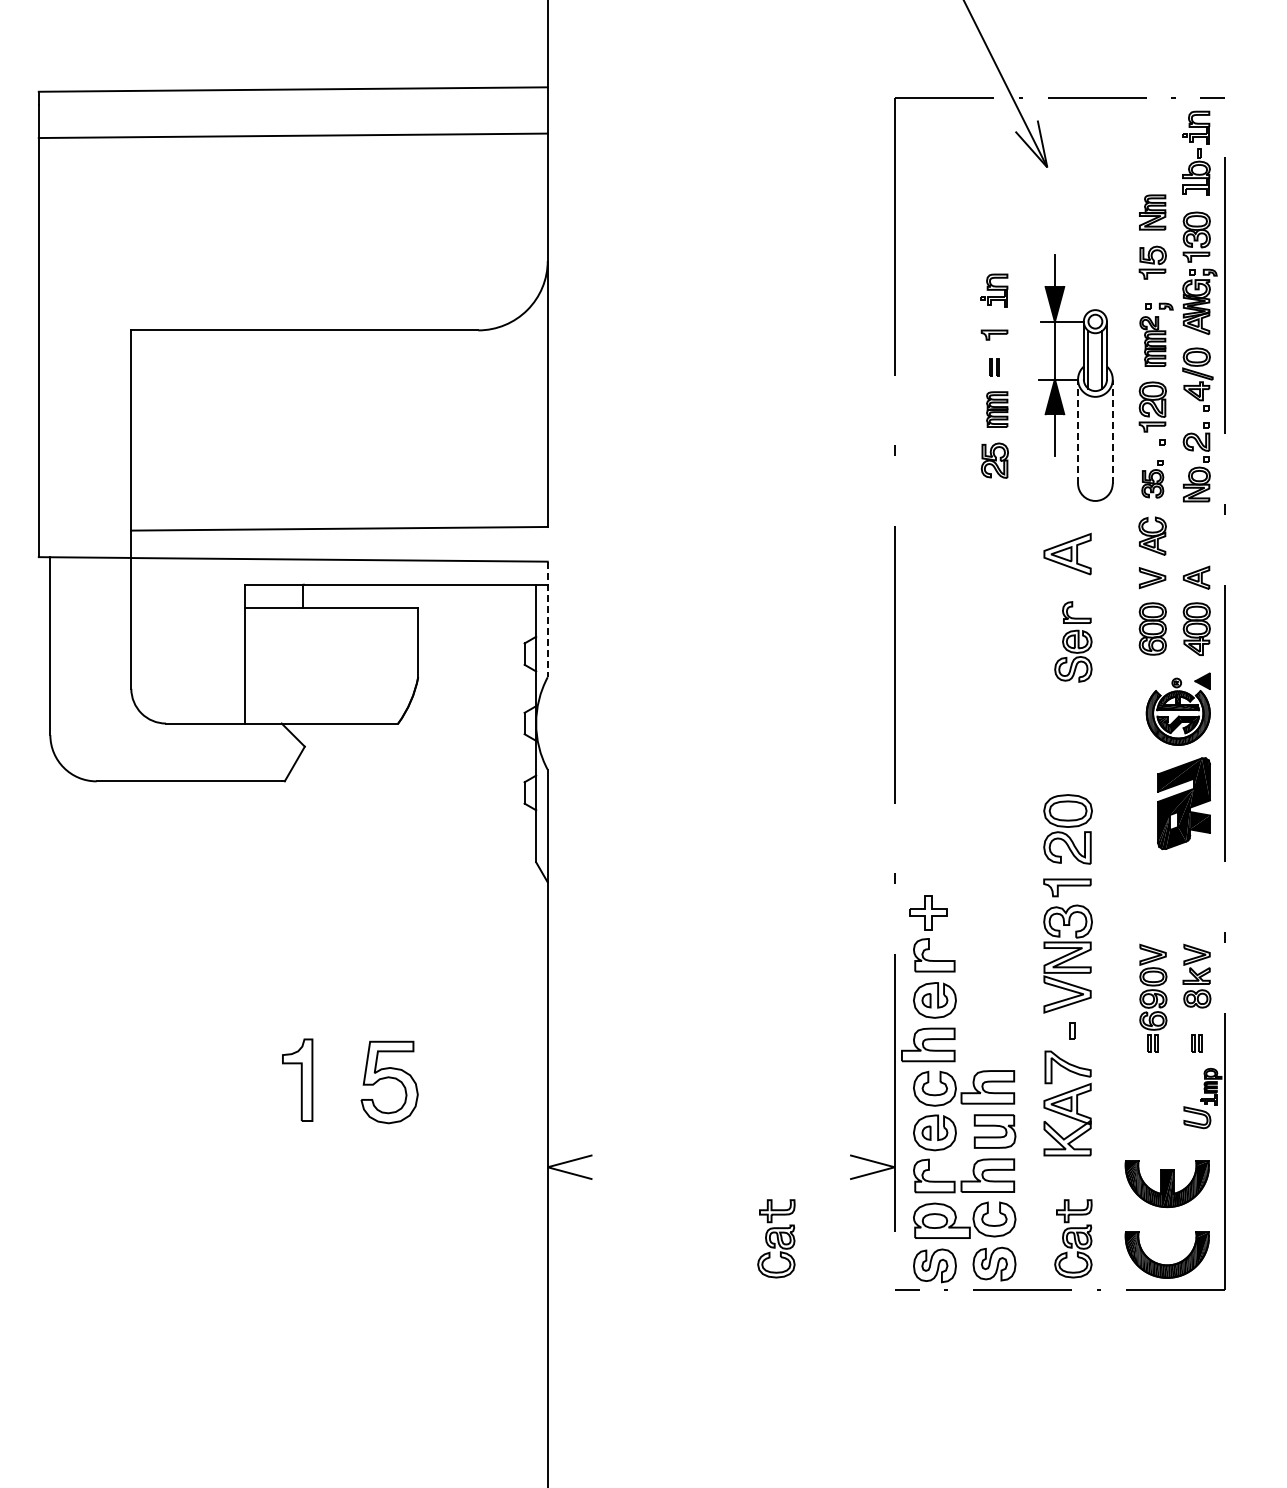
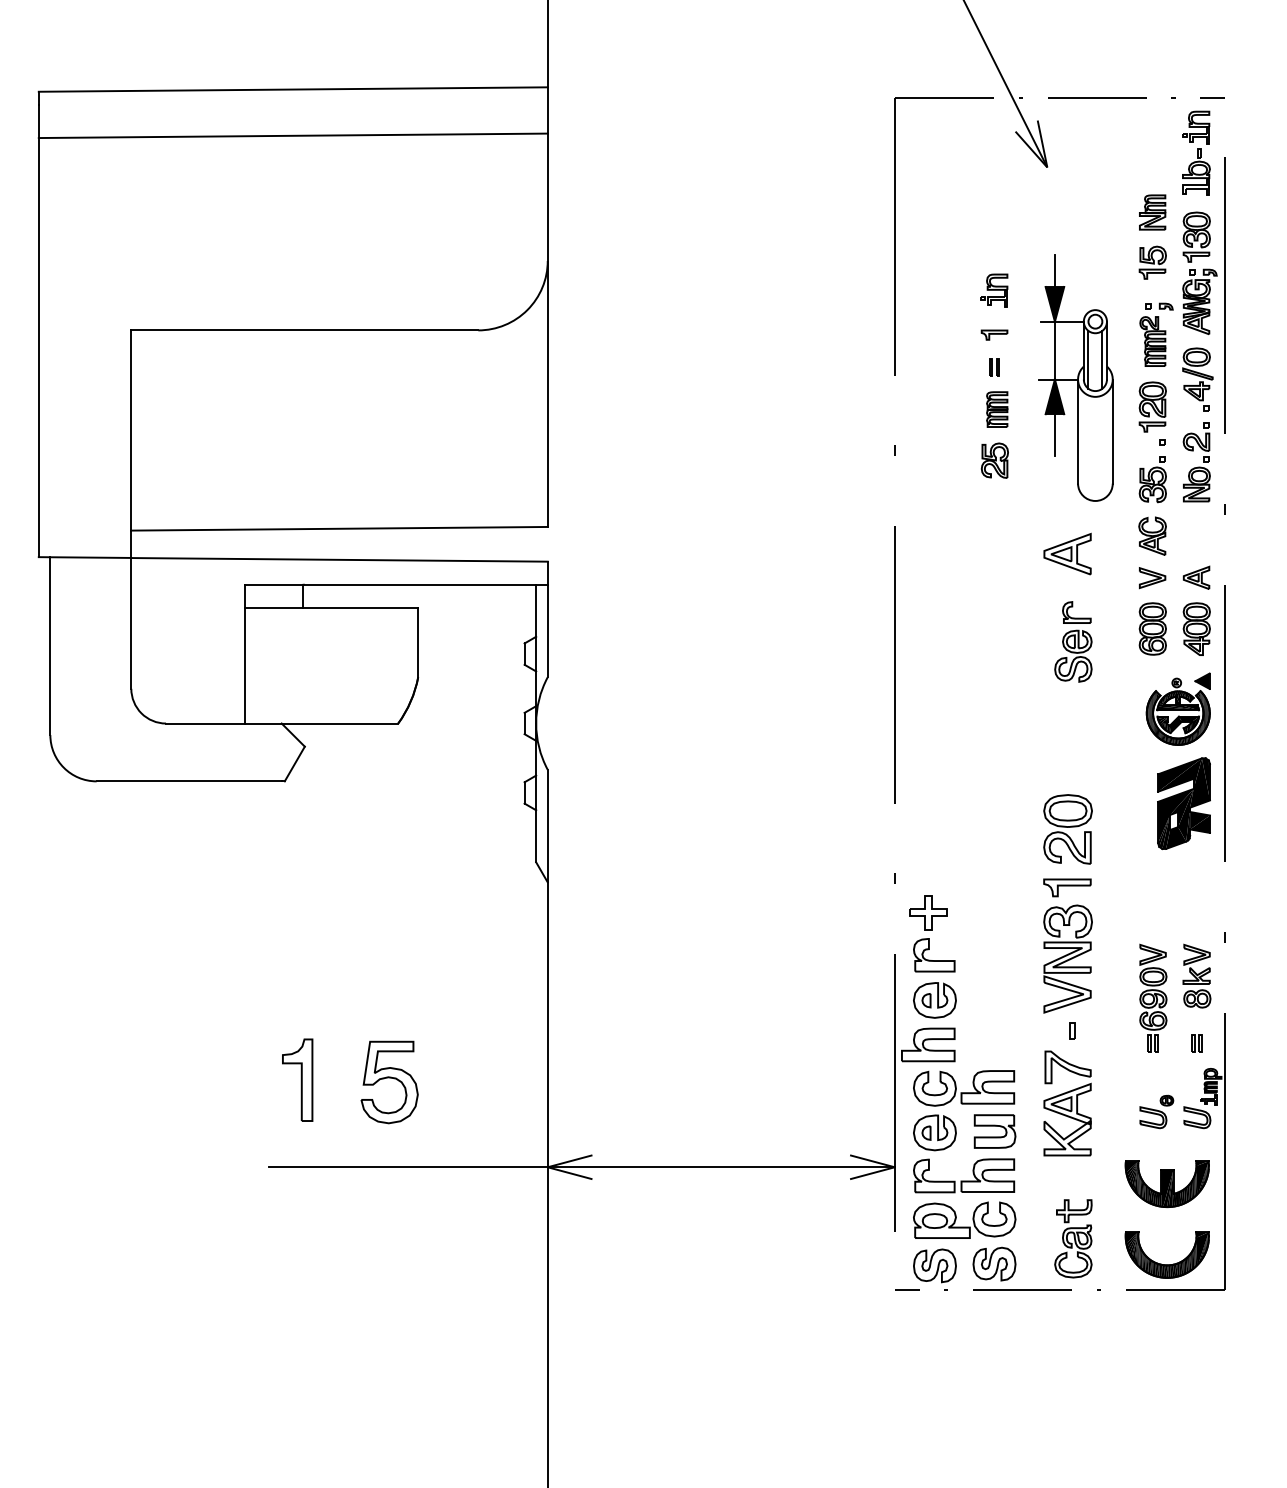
line at (1078, 431): dashed -> solid
line at (1112, 431): dashed -> solid
part at (1152, 479) size: 24x39 px -> 29x48 px
line at (547, 619): dashed -> solid
part at (1156, 1111): none -> present
line at (581, 1167): none -> present
part at (776, 1238): present -> none
